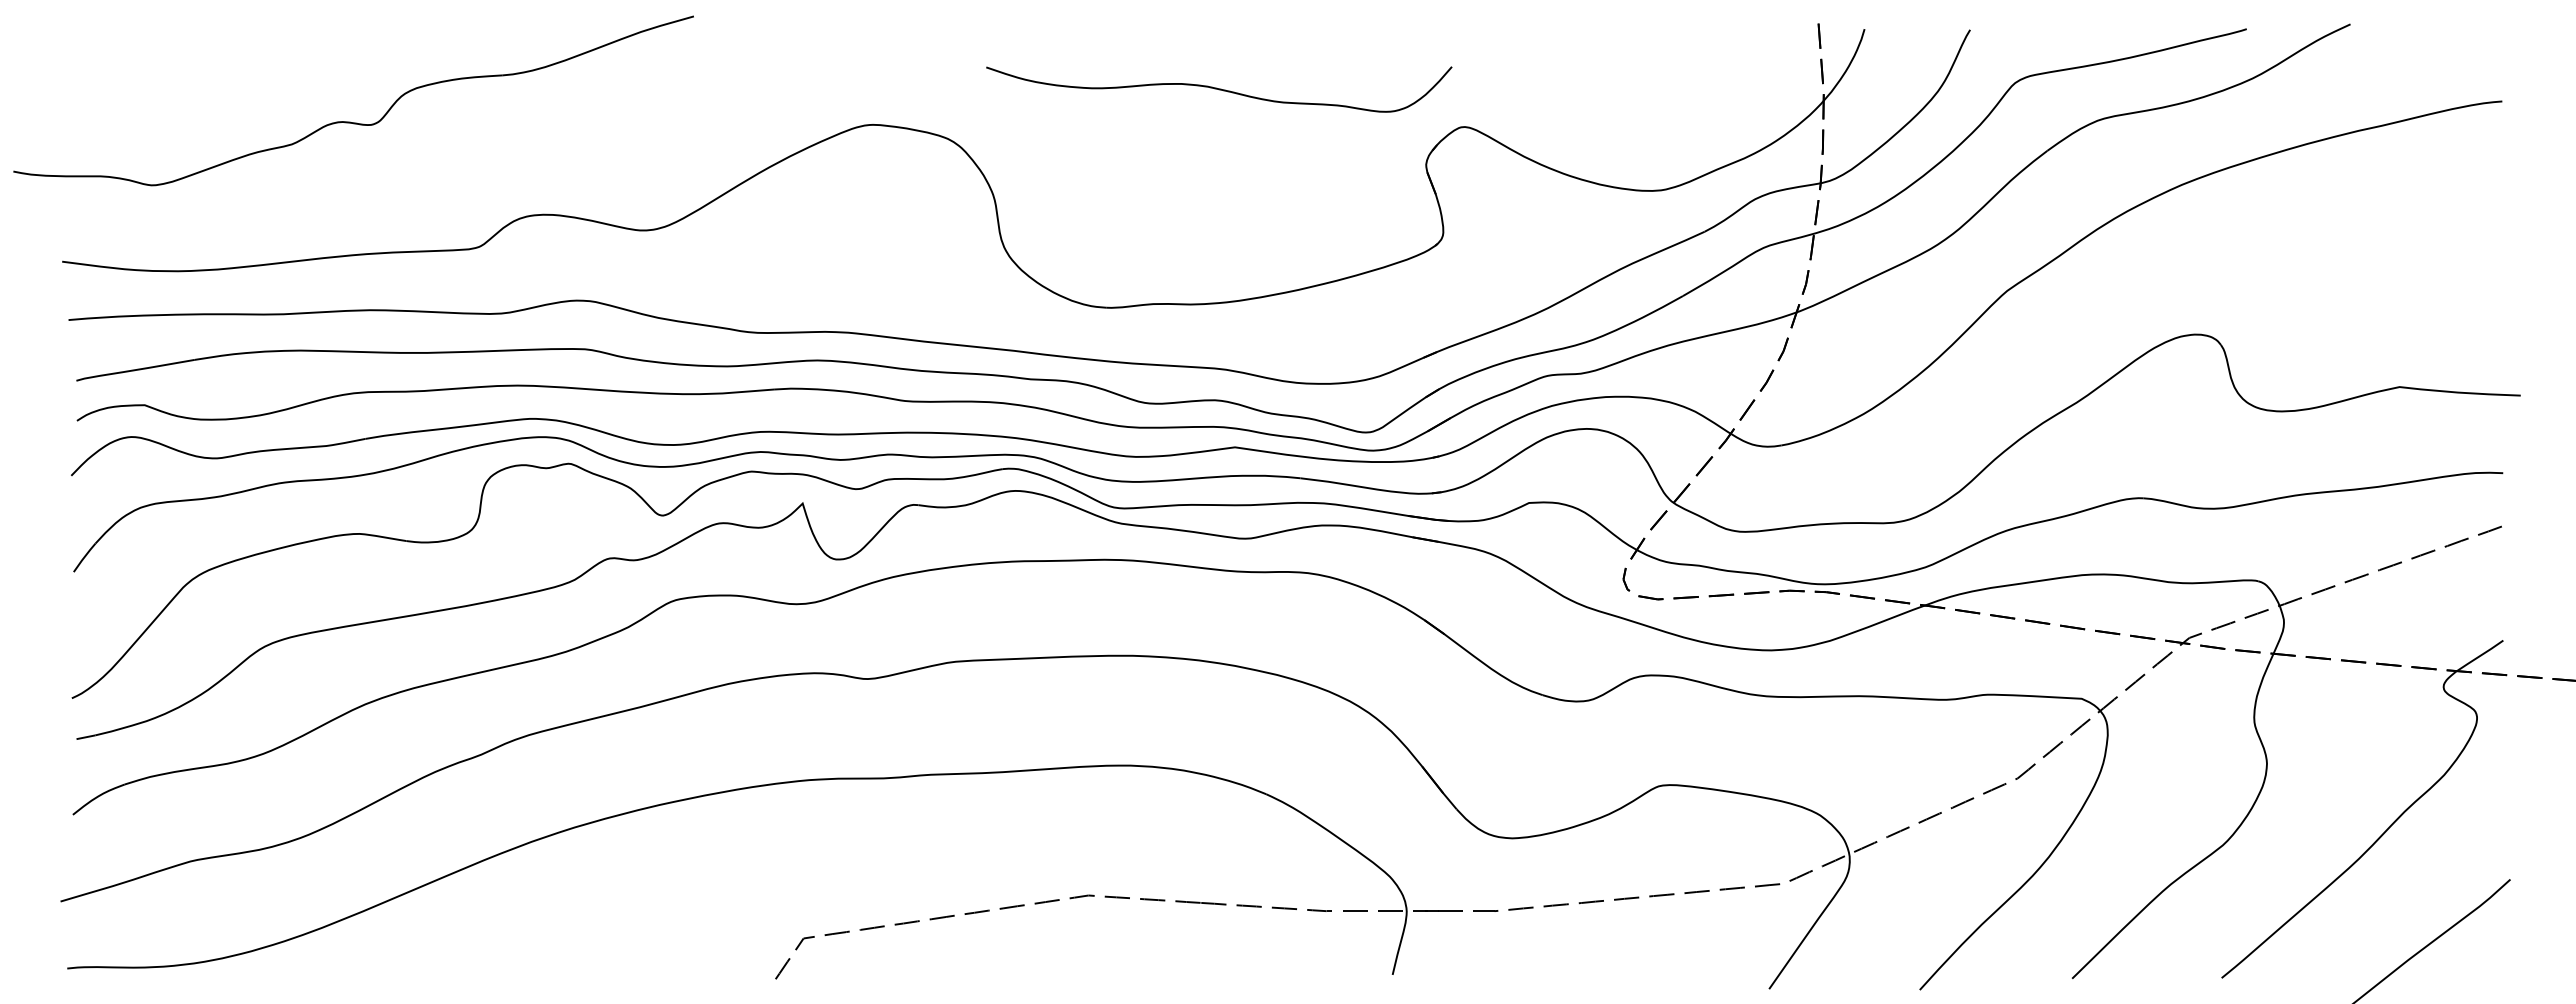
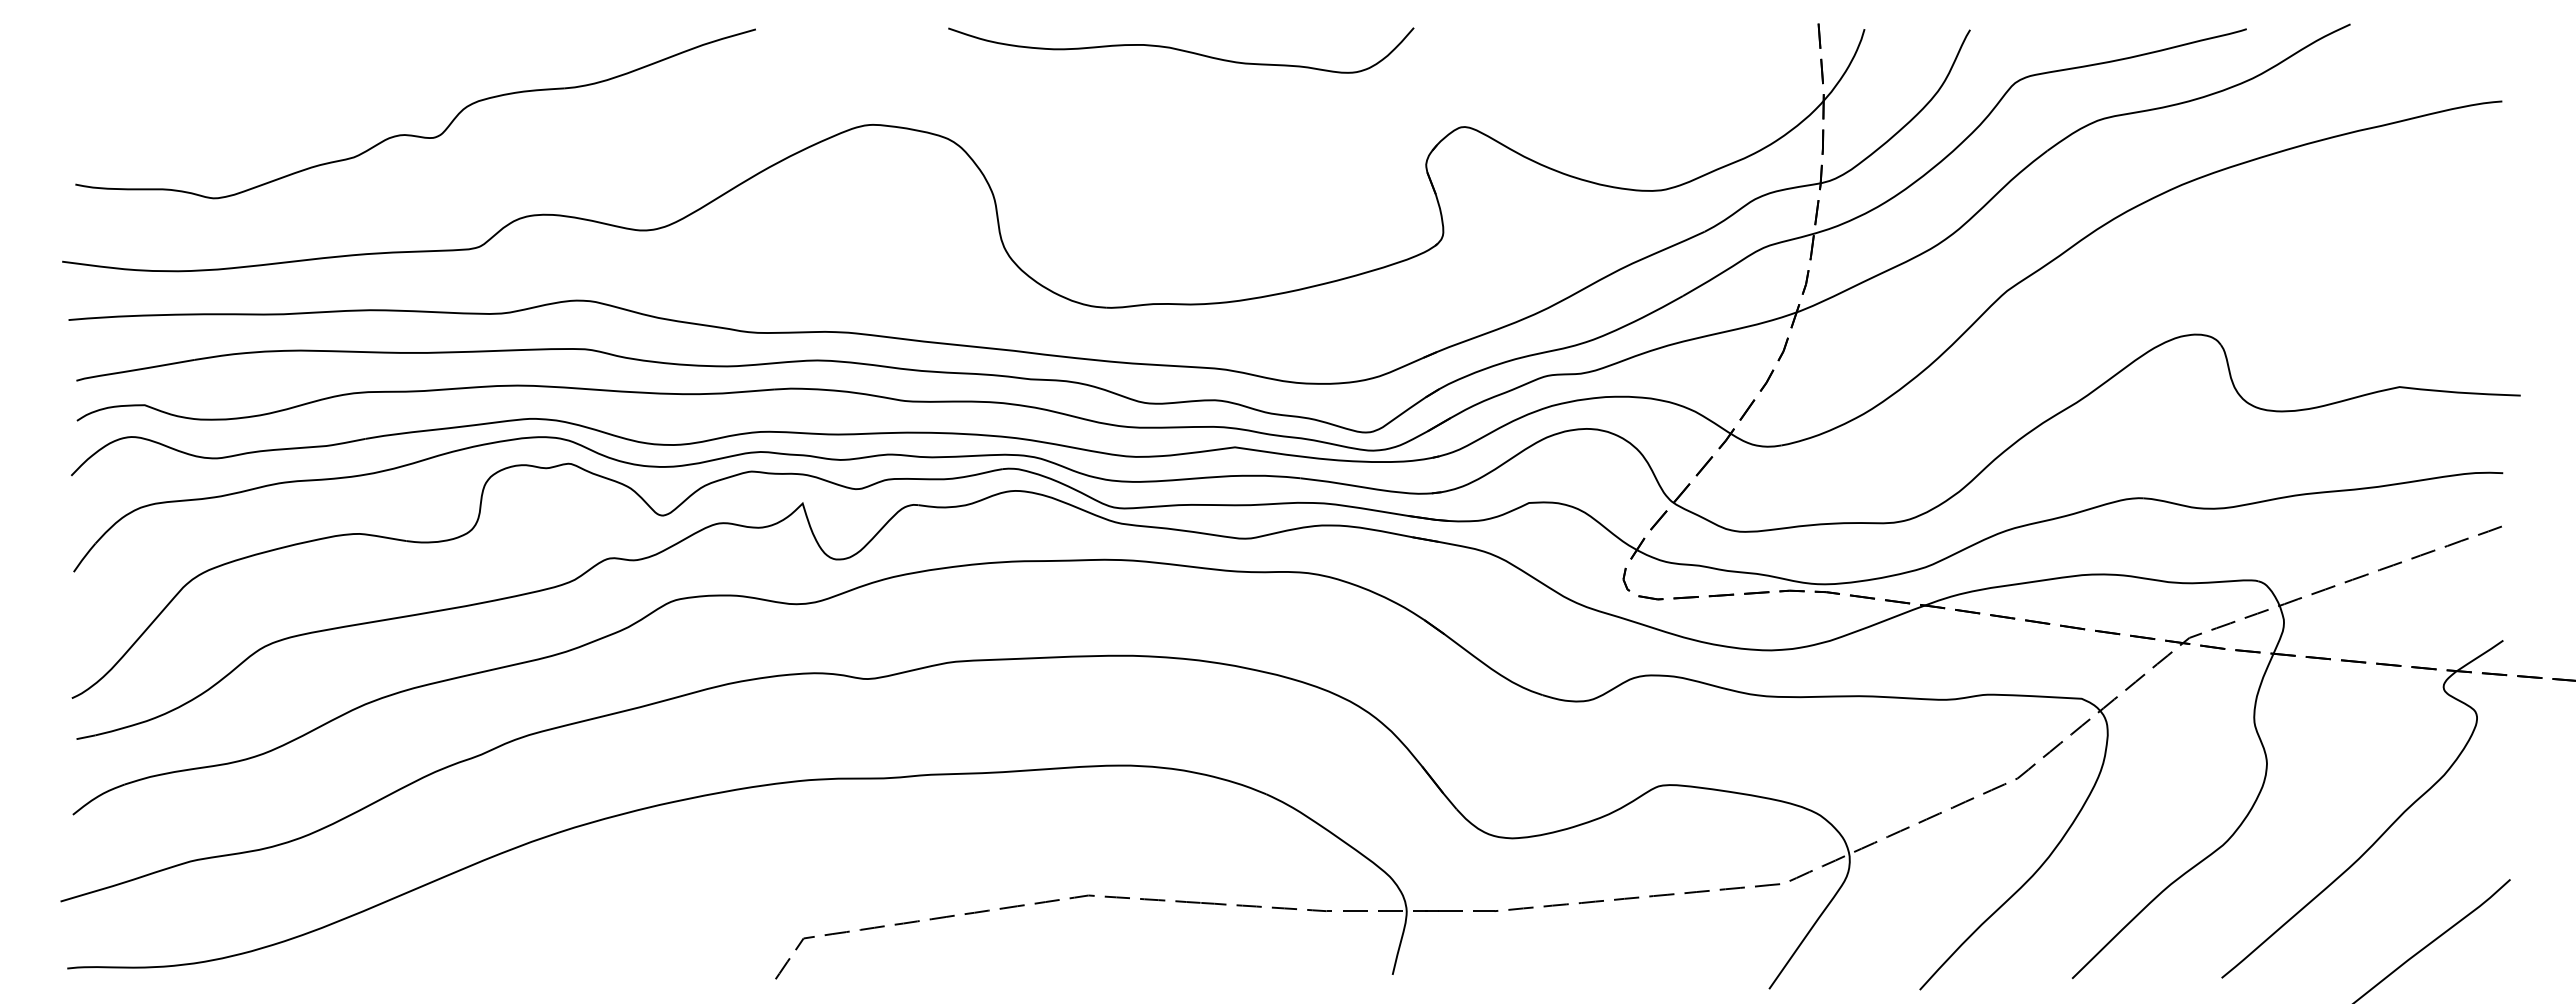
curve at (1219, 89) position: (1219, 89) -> (1181, 50)
part at (350, 121) position: (350, 121) -> (412, 134)
